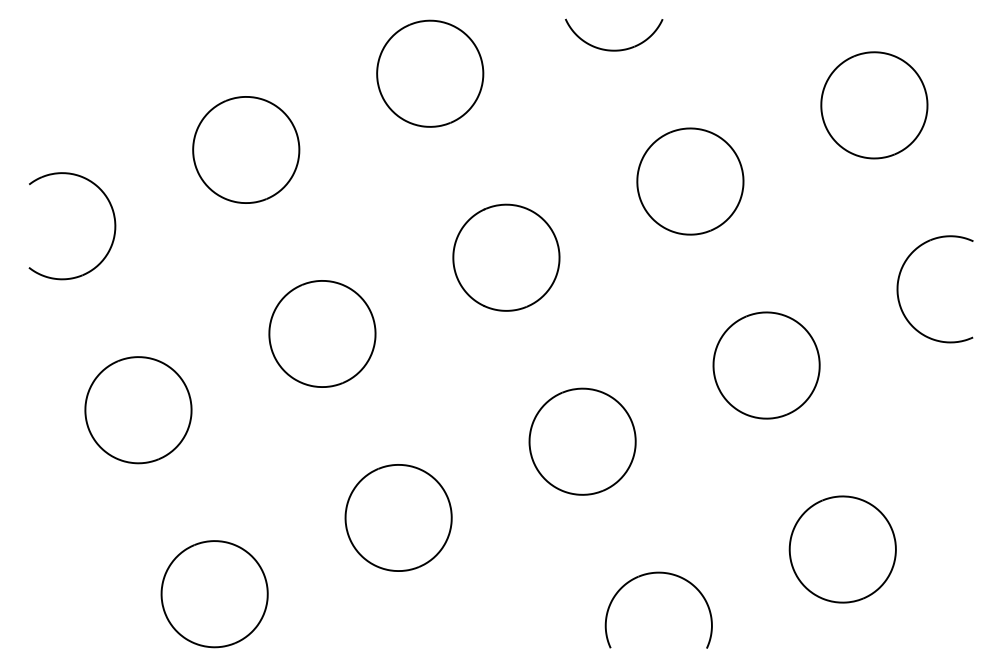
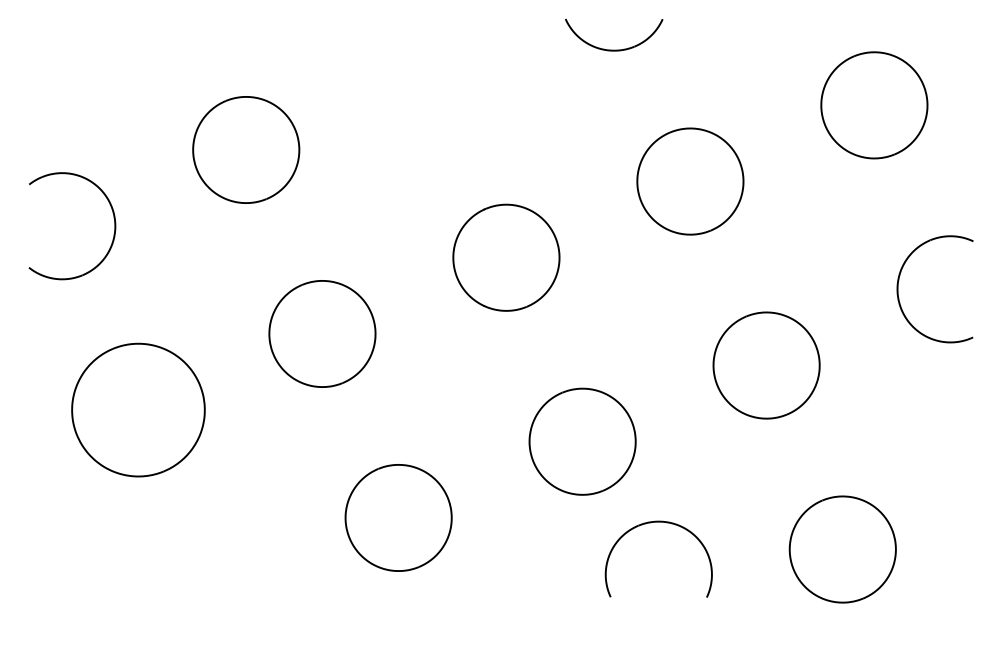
part at (430, 73): present -> none
part at (138, 410) size: 109x109 px -> 135x136 px
part at (651, 574) position: (651, 574) -> (651, 523)
part at (214, 594): present -> none
